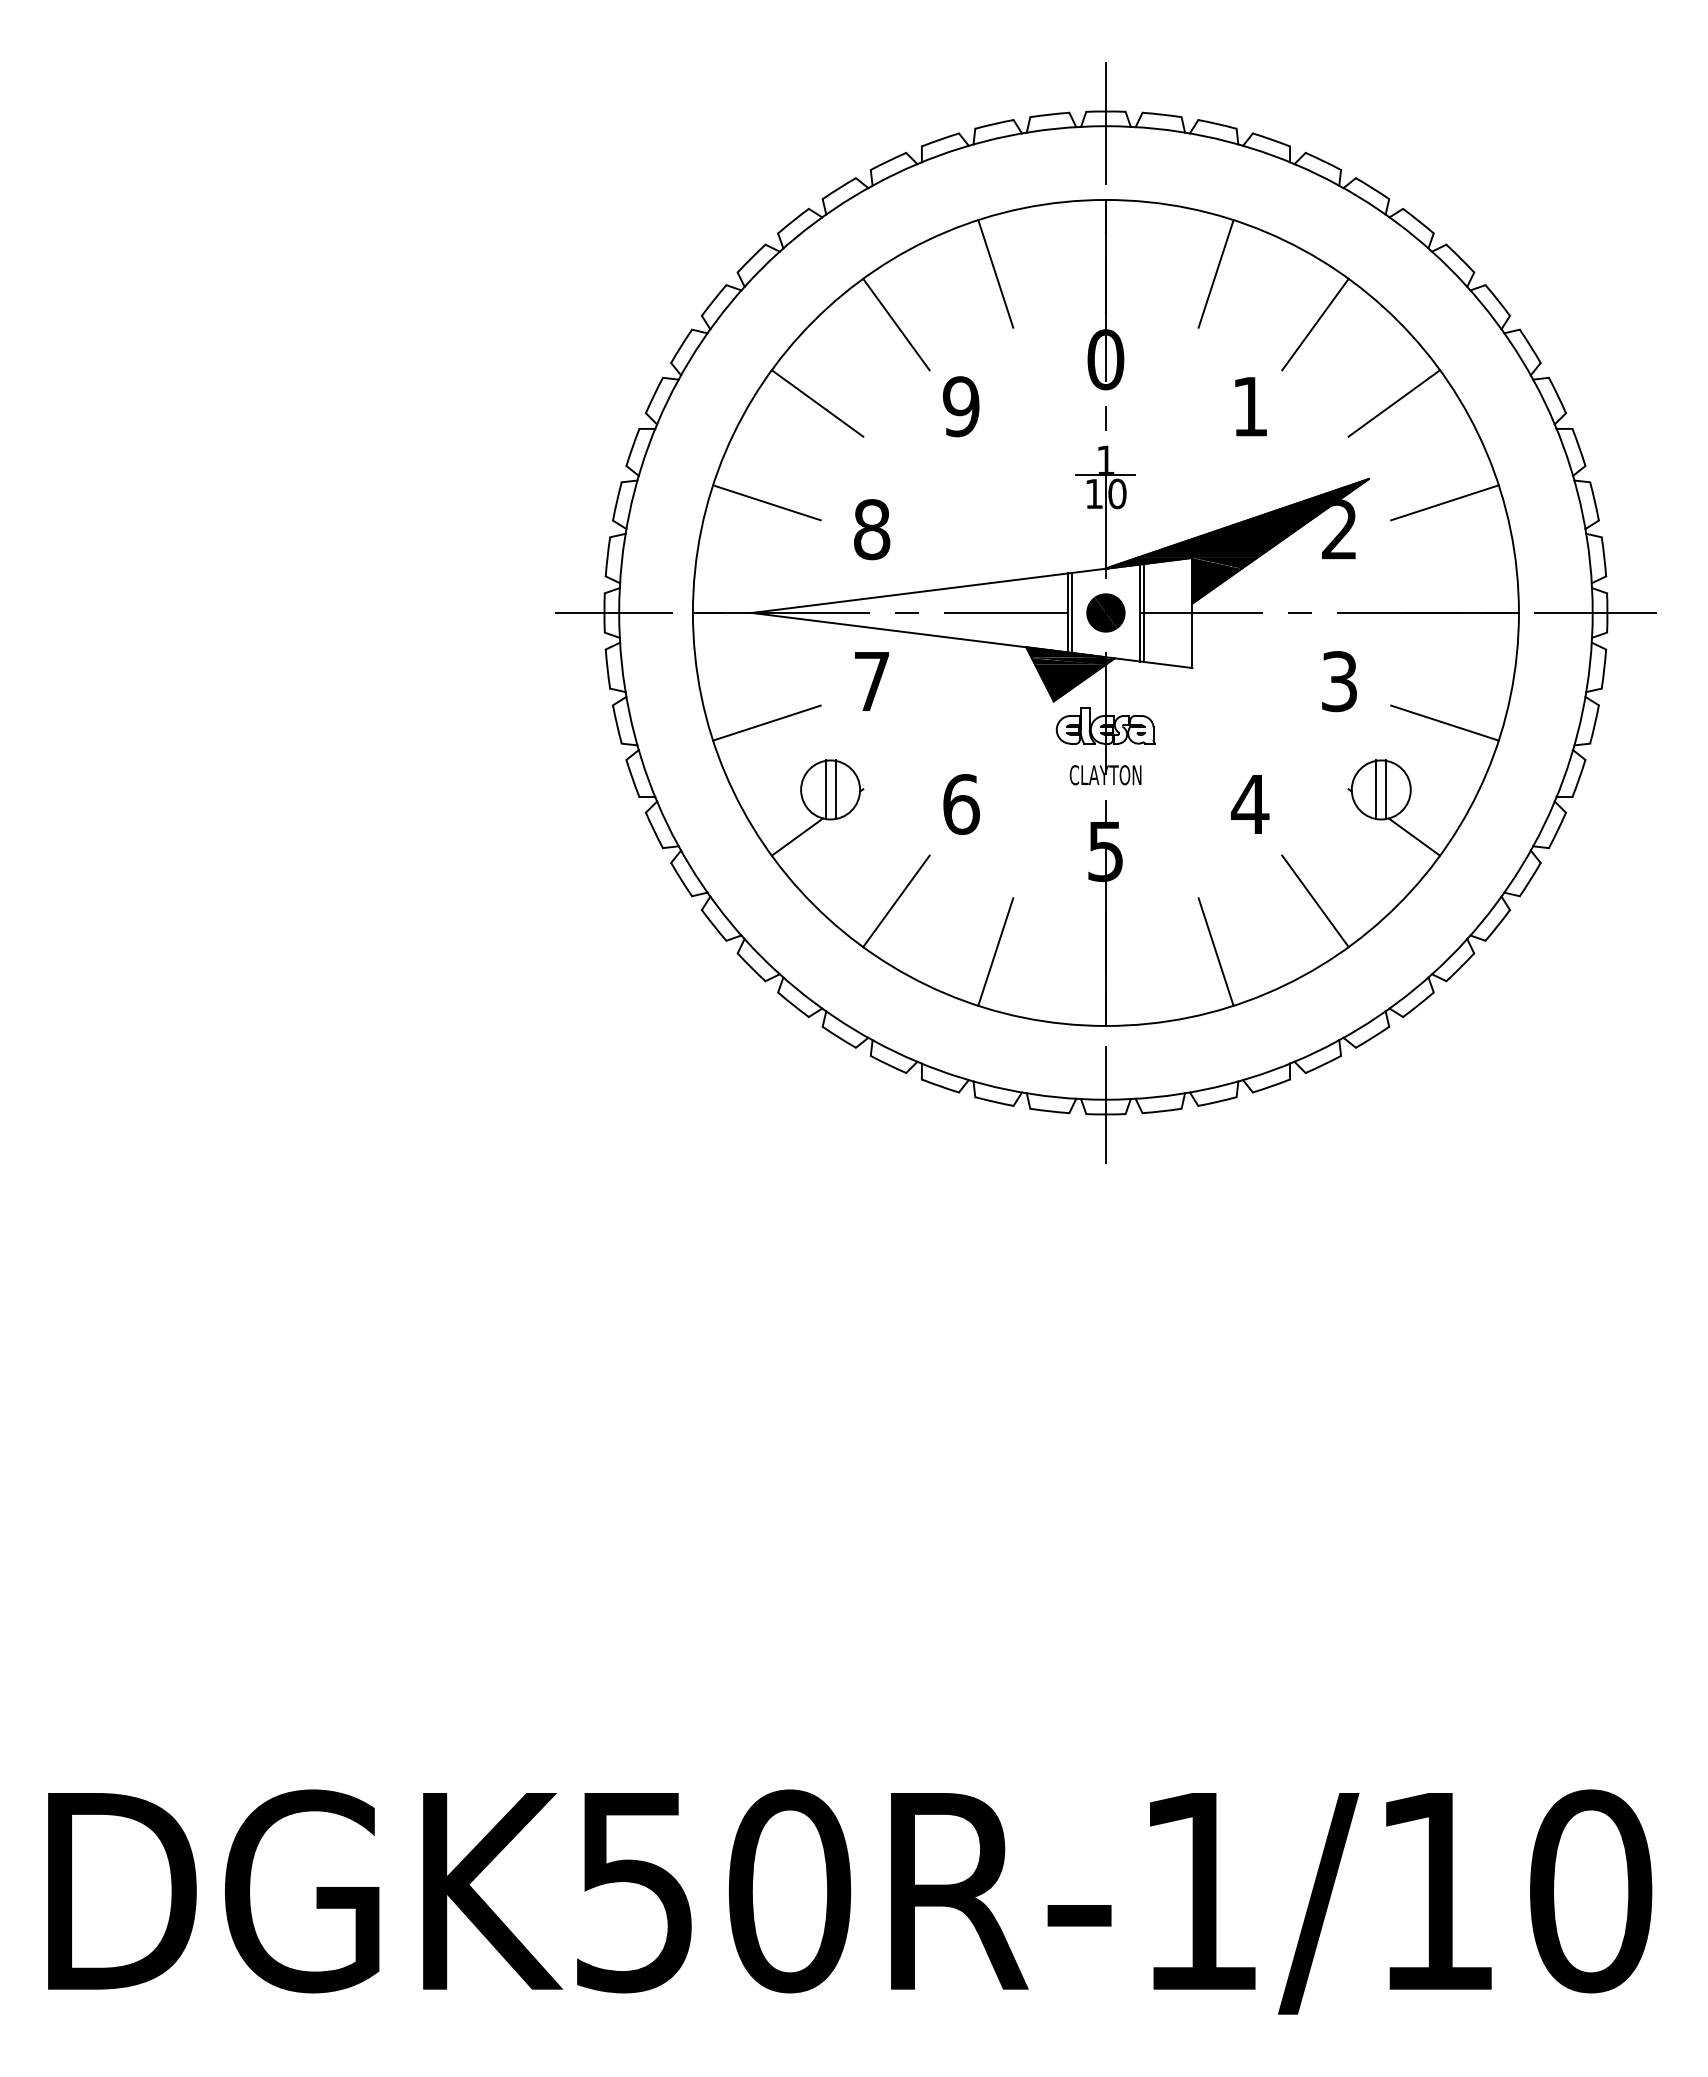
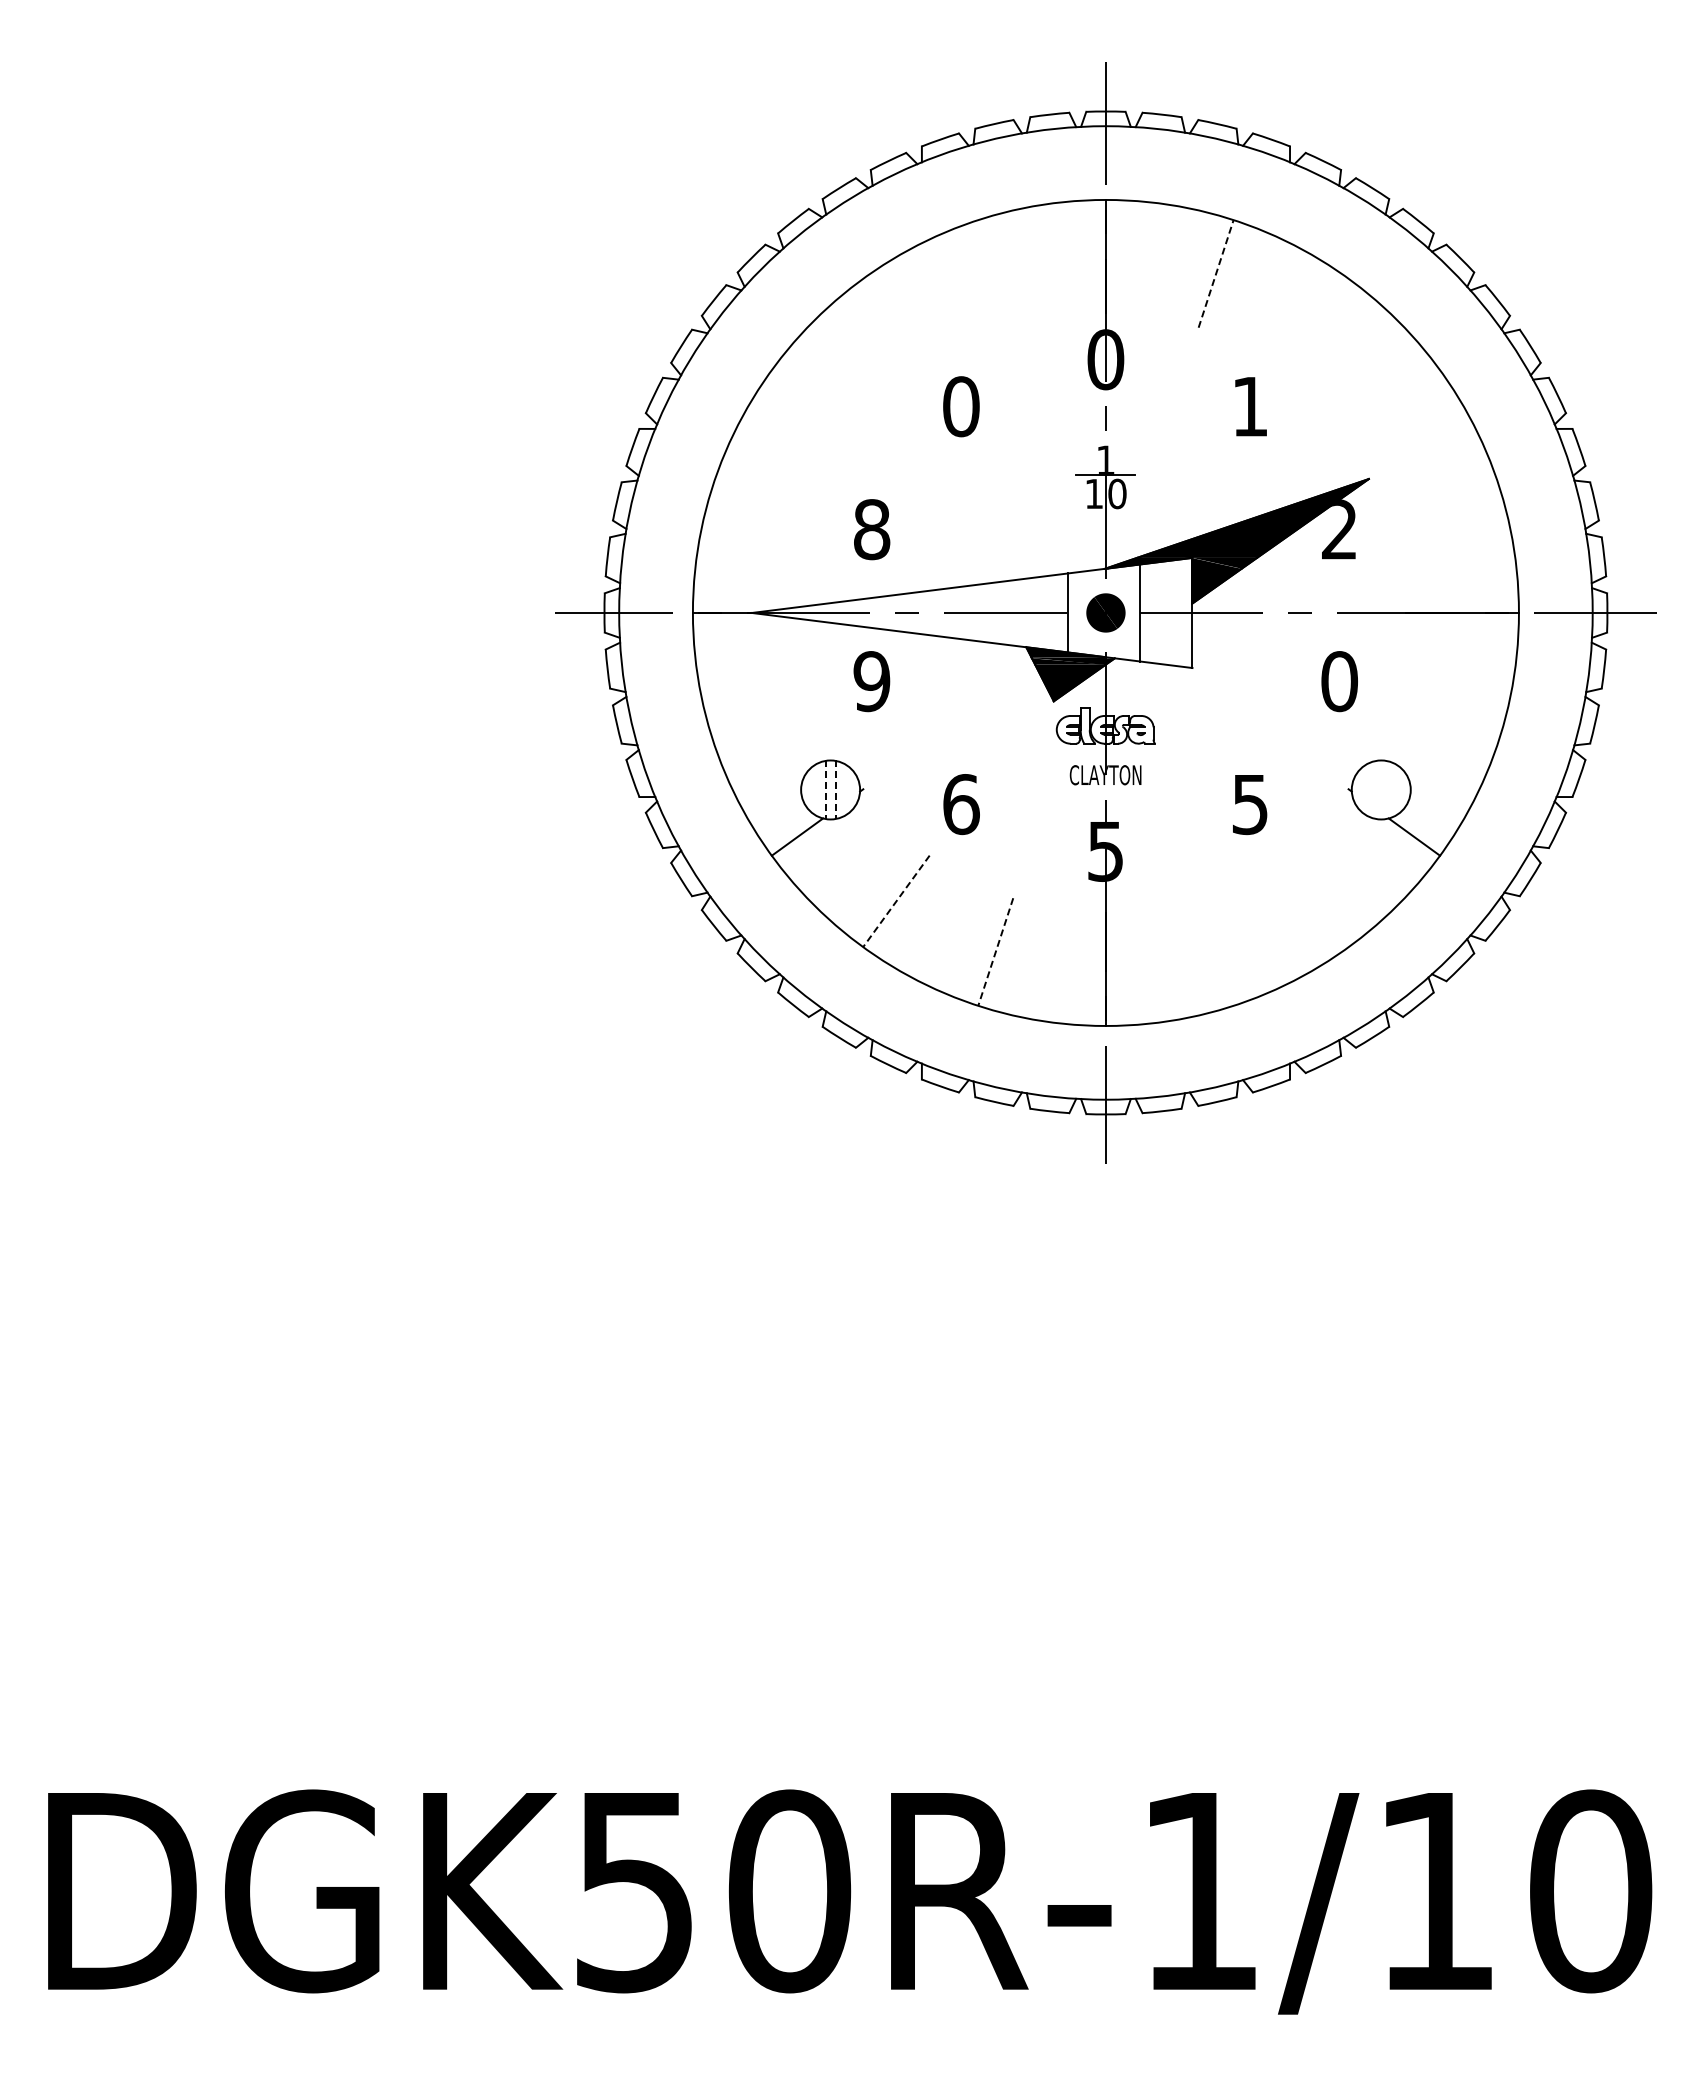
line at (995, 273): present -> none
line at (1216, 273): solid -> dashed
line at (896, 324): present -> none
line at (1315, 324): present -> none
line at (817, 403): present -> none
line at (1394, 403): present -> none
text at (960, 406): 9 -> 0
line at (766, 502): present -> none
line at (1444, 502): present -> none
line at (1071, 612): present -> none
line at (1144, 612): present -> none
text at (871, 681): 7 -> 9
text at (1339, 681): 3 -> 0
line at (766, 722): present -> none
line at (1444, 722): present -> none
line at (1376, 789): present -> none
line at (1386, 789): present -> none
line at (825, 790): solid -> dashed
line at (835, 790): solid -> dashed
text at (1249, 805): 4 -> 5
line at (896, 901): solid -> dashed
line at (1315, 901): present -> none
line at (995, 951): solid -> dashed
line at (1215, 951): present -> none
